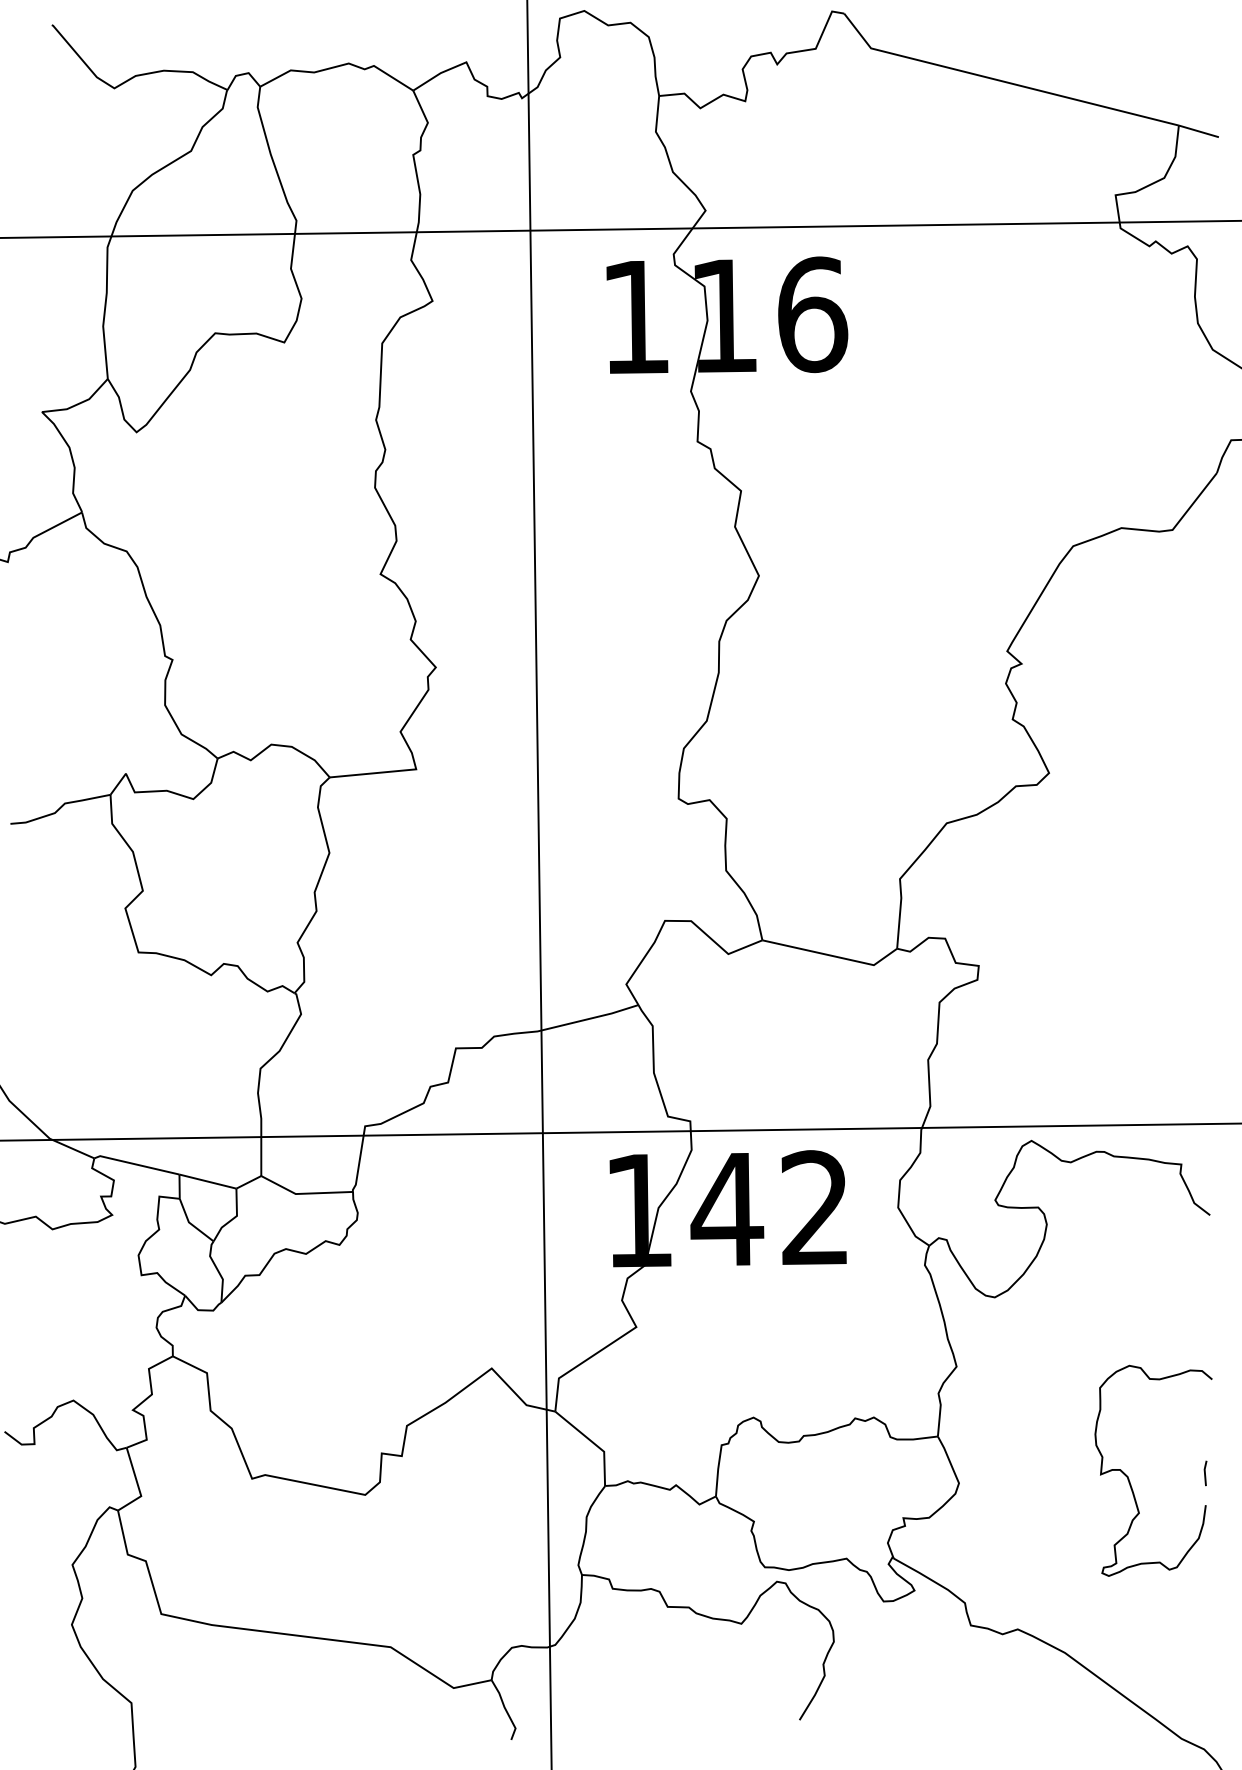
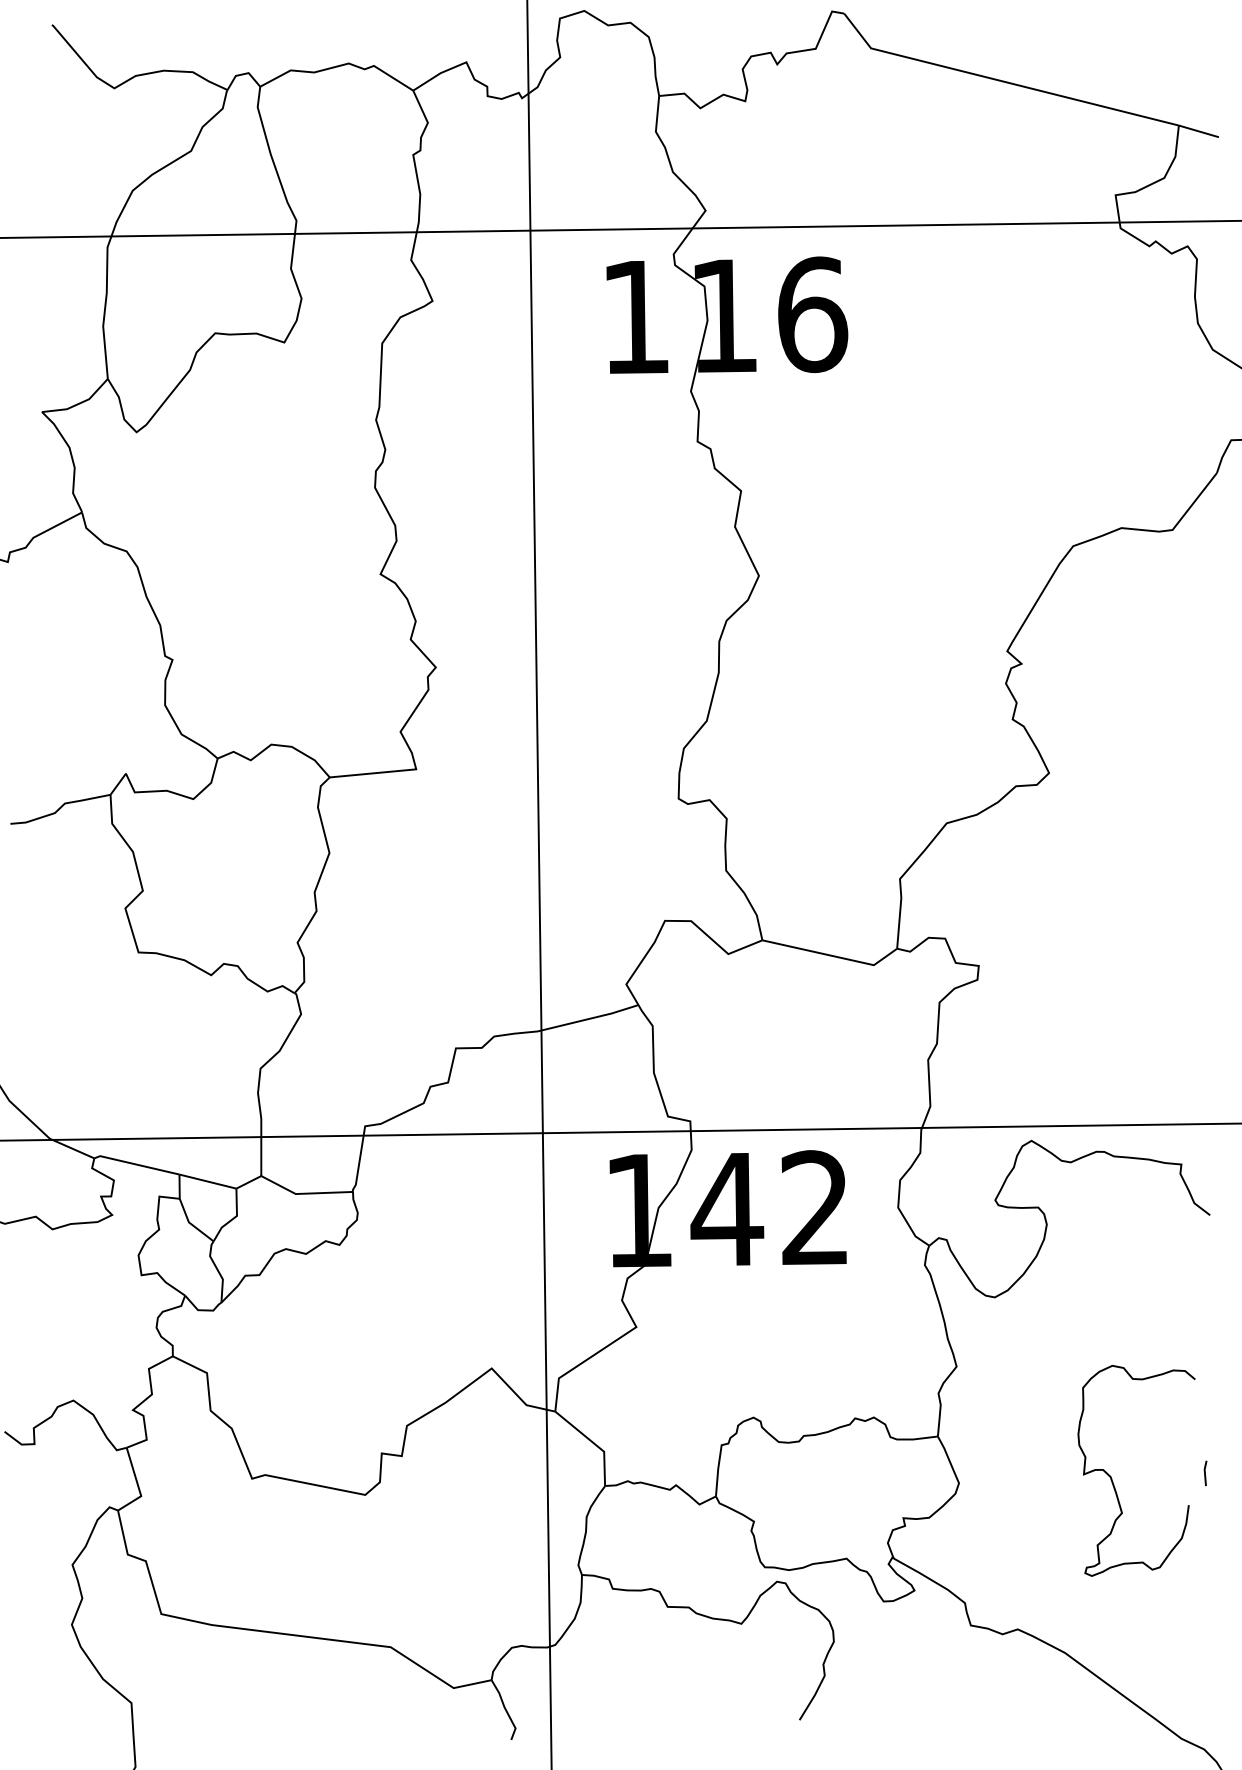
curve at (1129, 1478) position: (1129, 1478) -> (1112, 1478)
